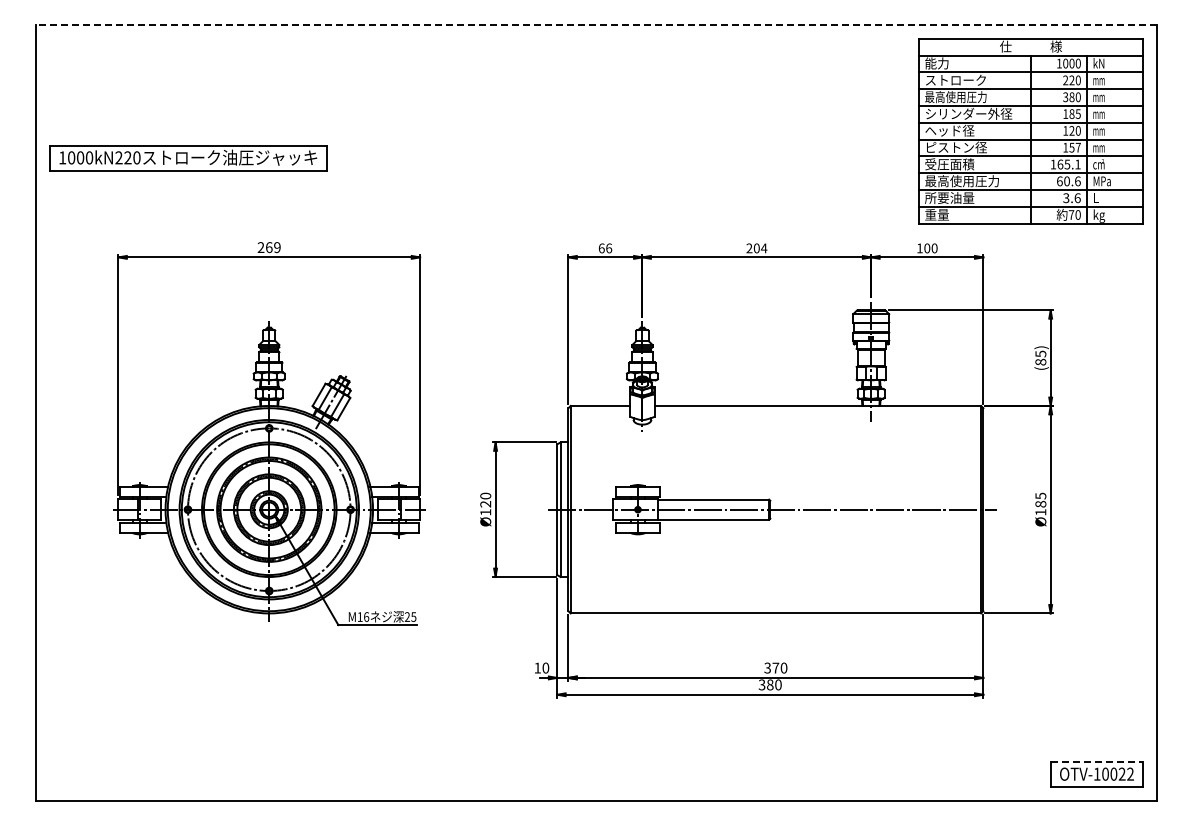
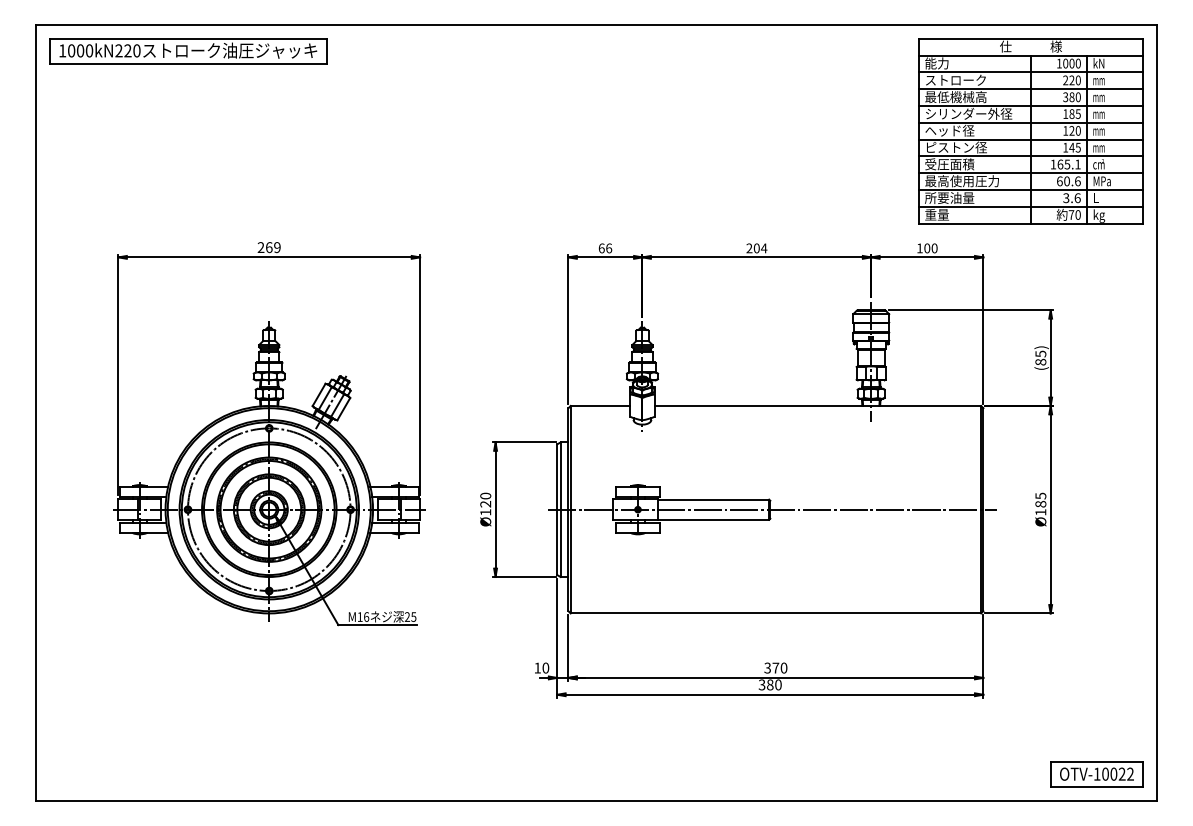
line at (596, 24): dashed -> solid
text at (955, 97): 最高使用圧力 -> 最低機械高
text at (1074, 147): 157 -> 145
part at (188, 158) position: (188, 158) -> (188, 51)
line at (1097, 762): dashed -> solid
